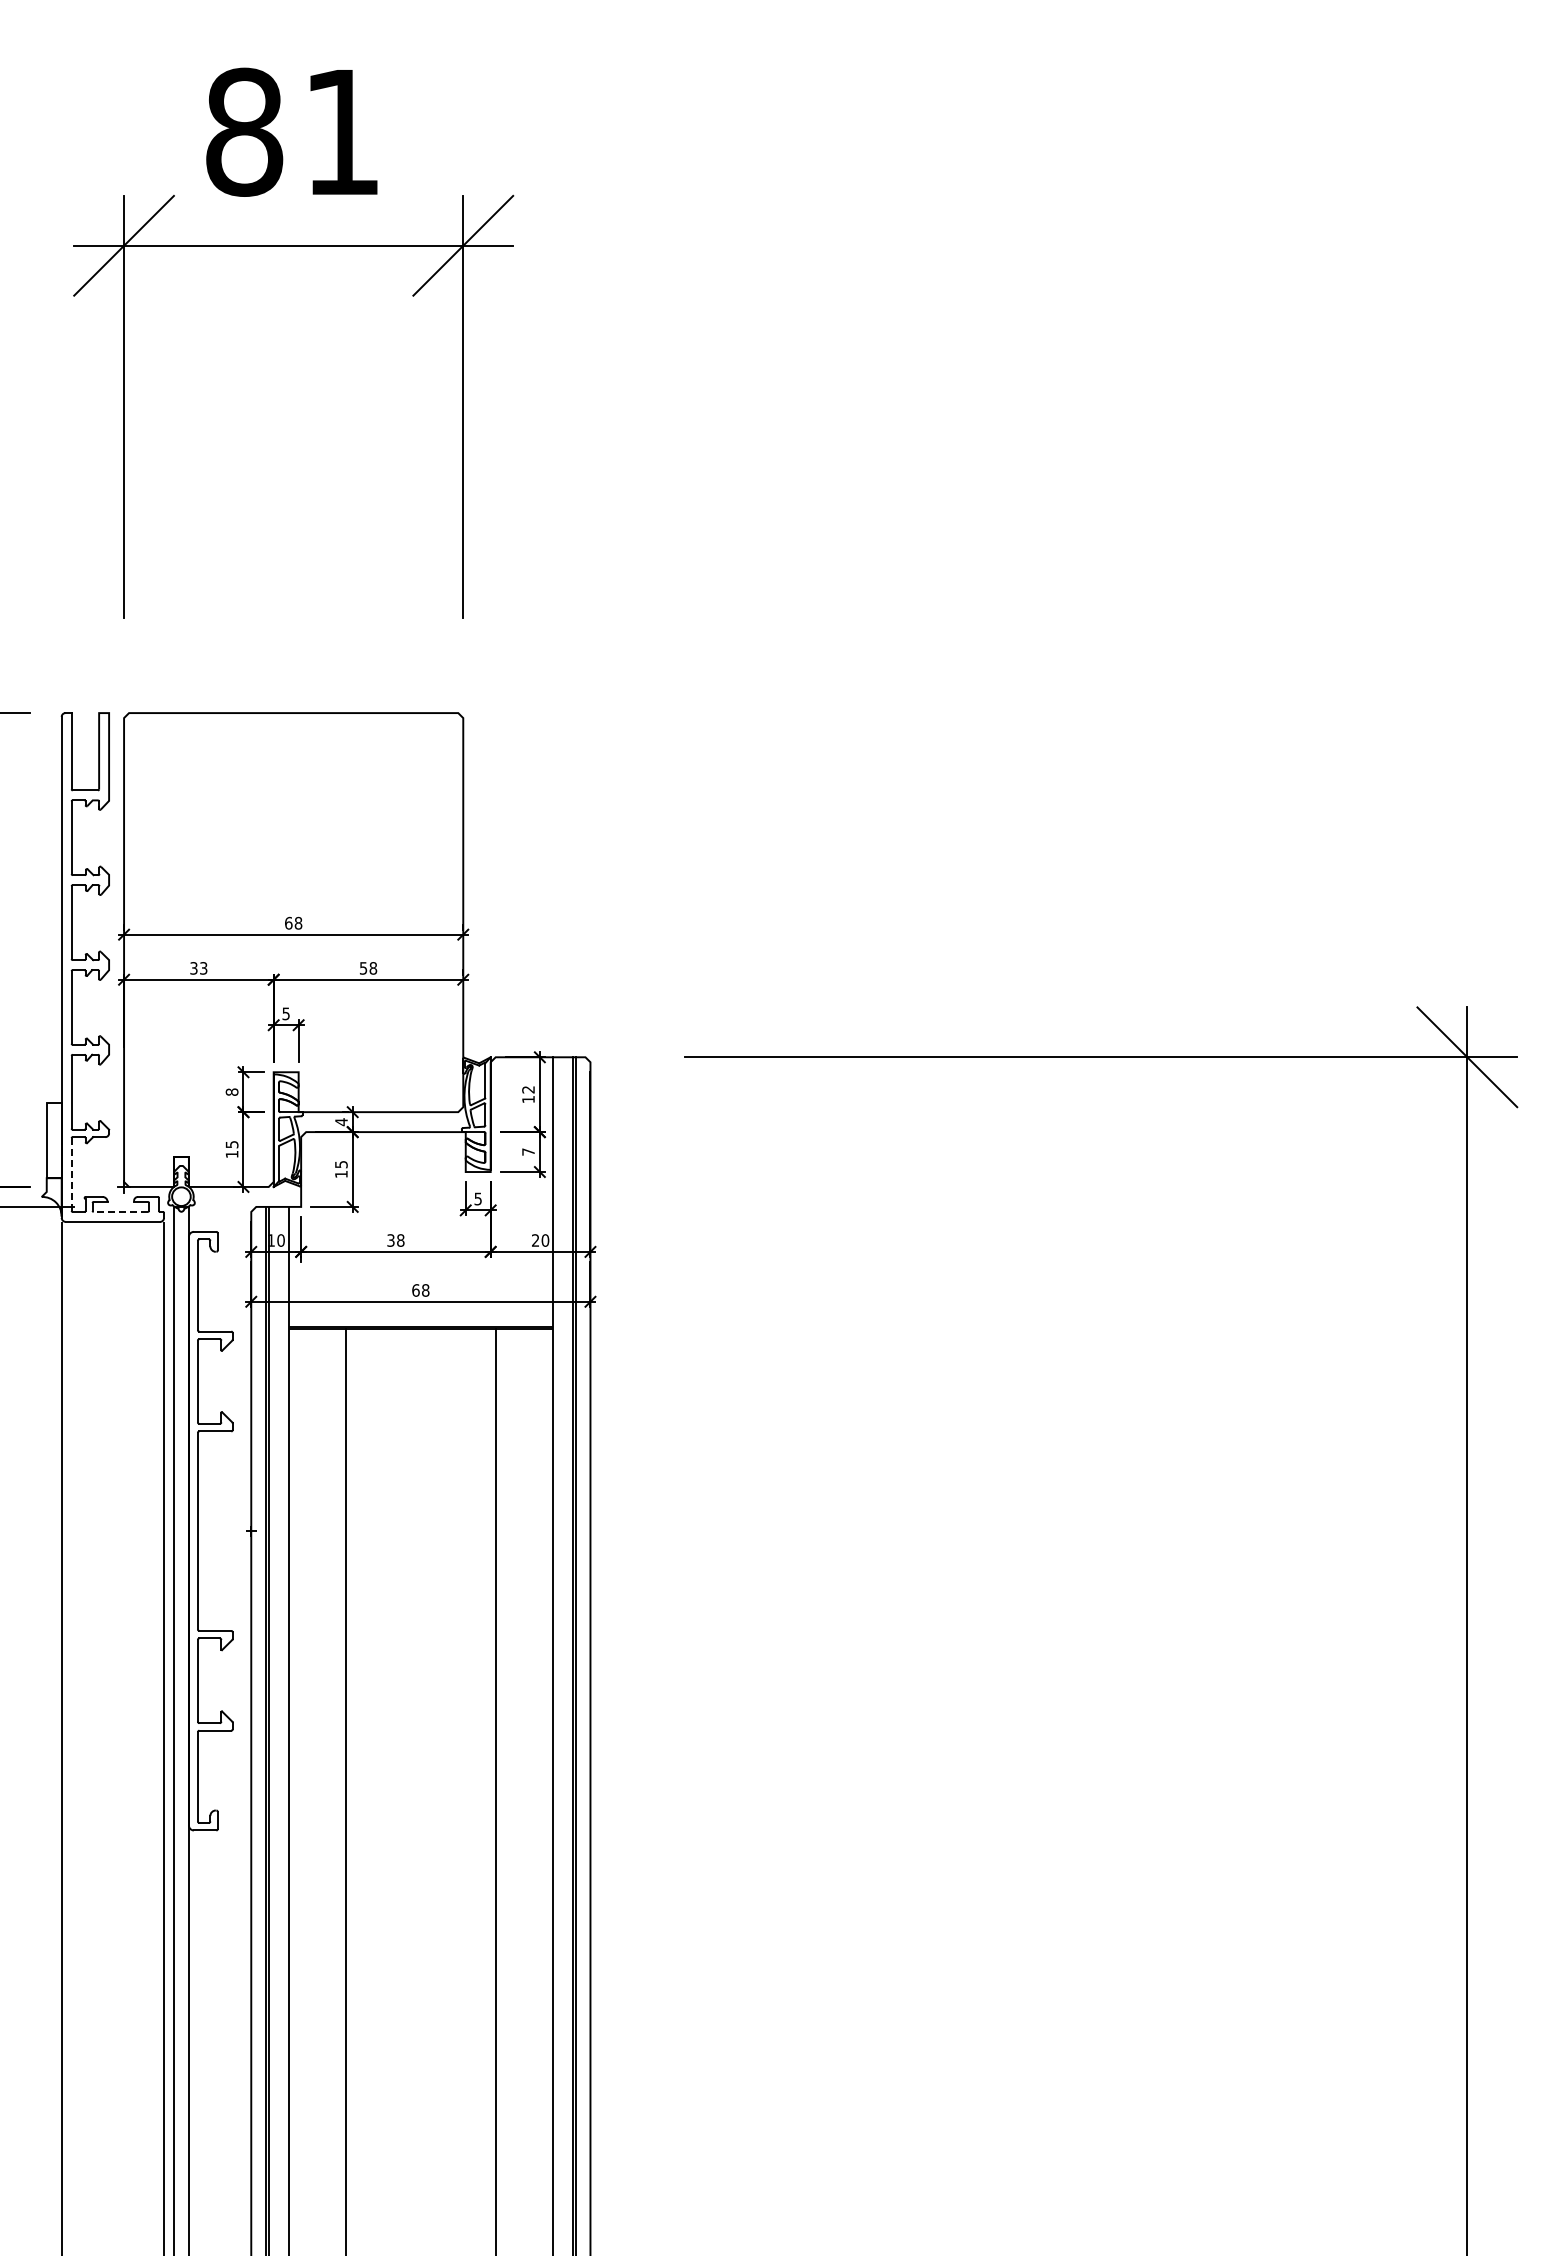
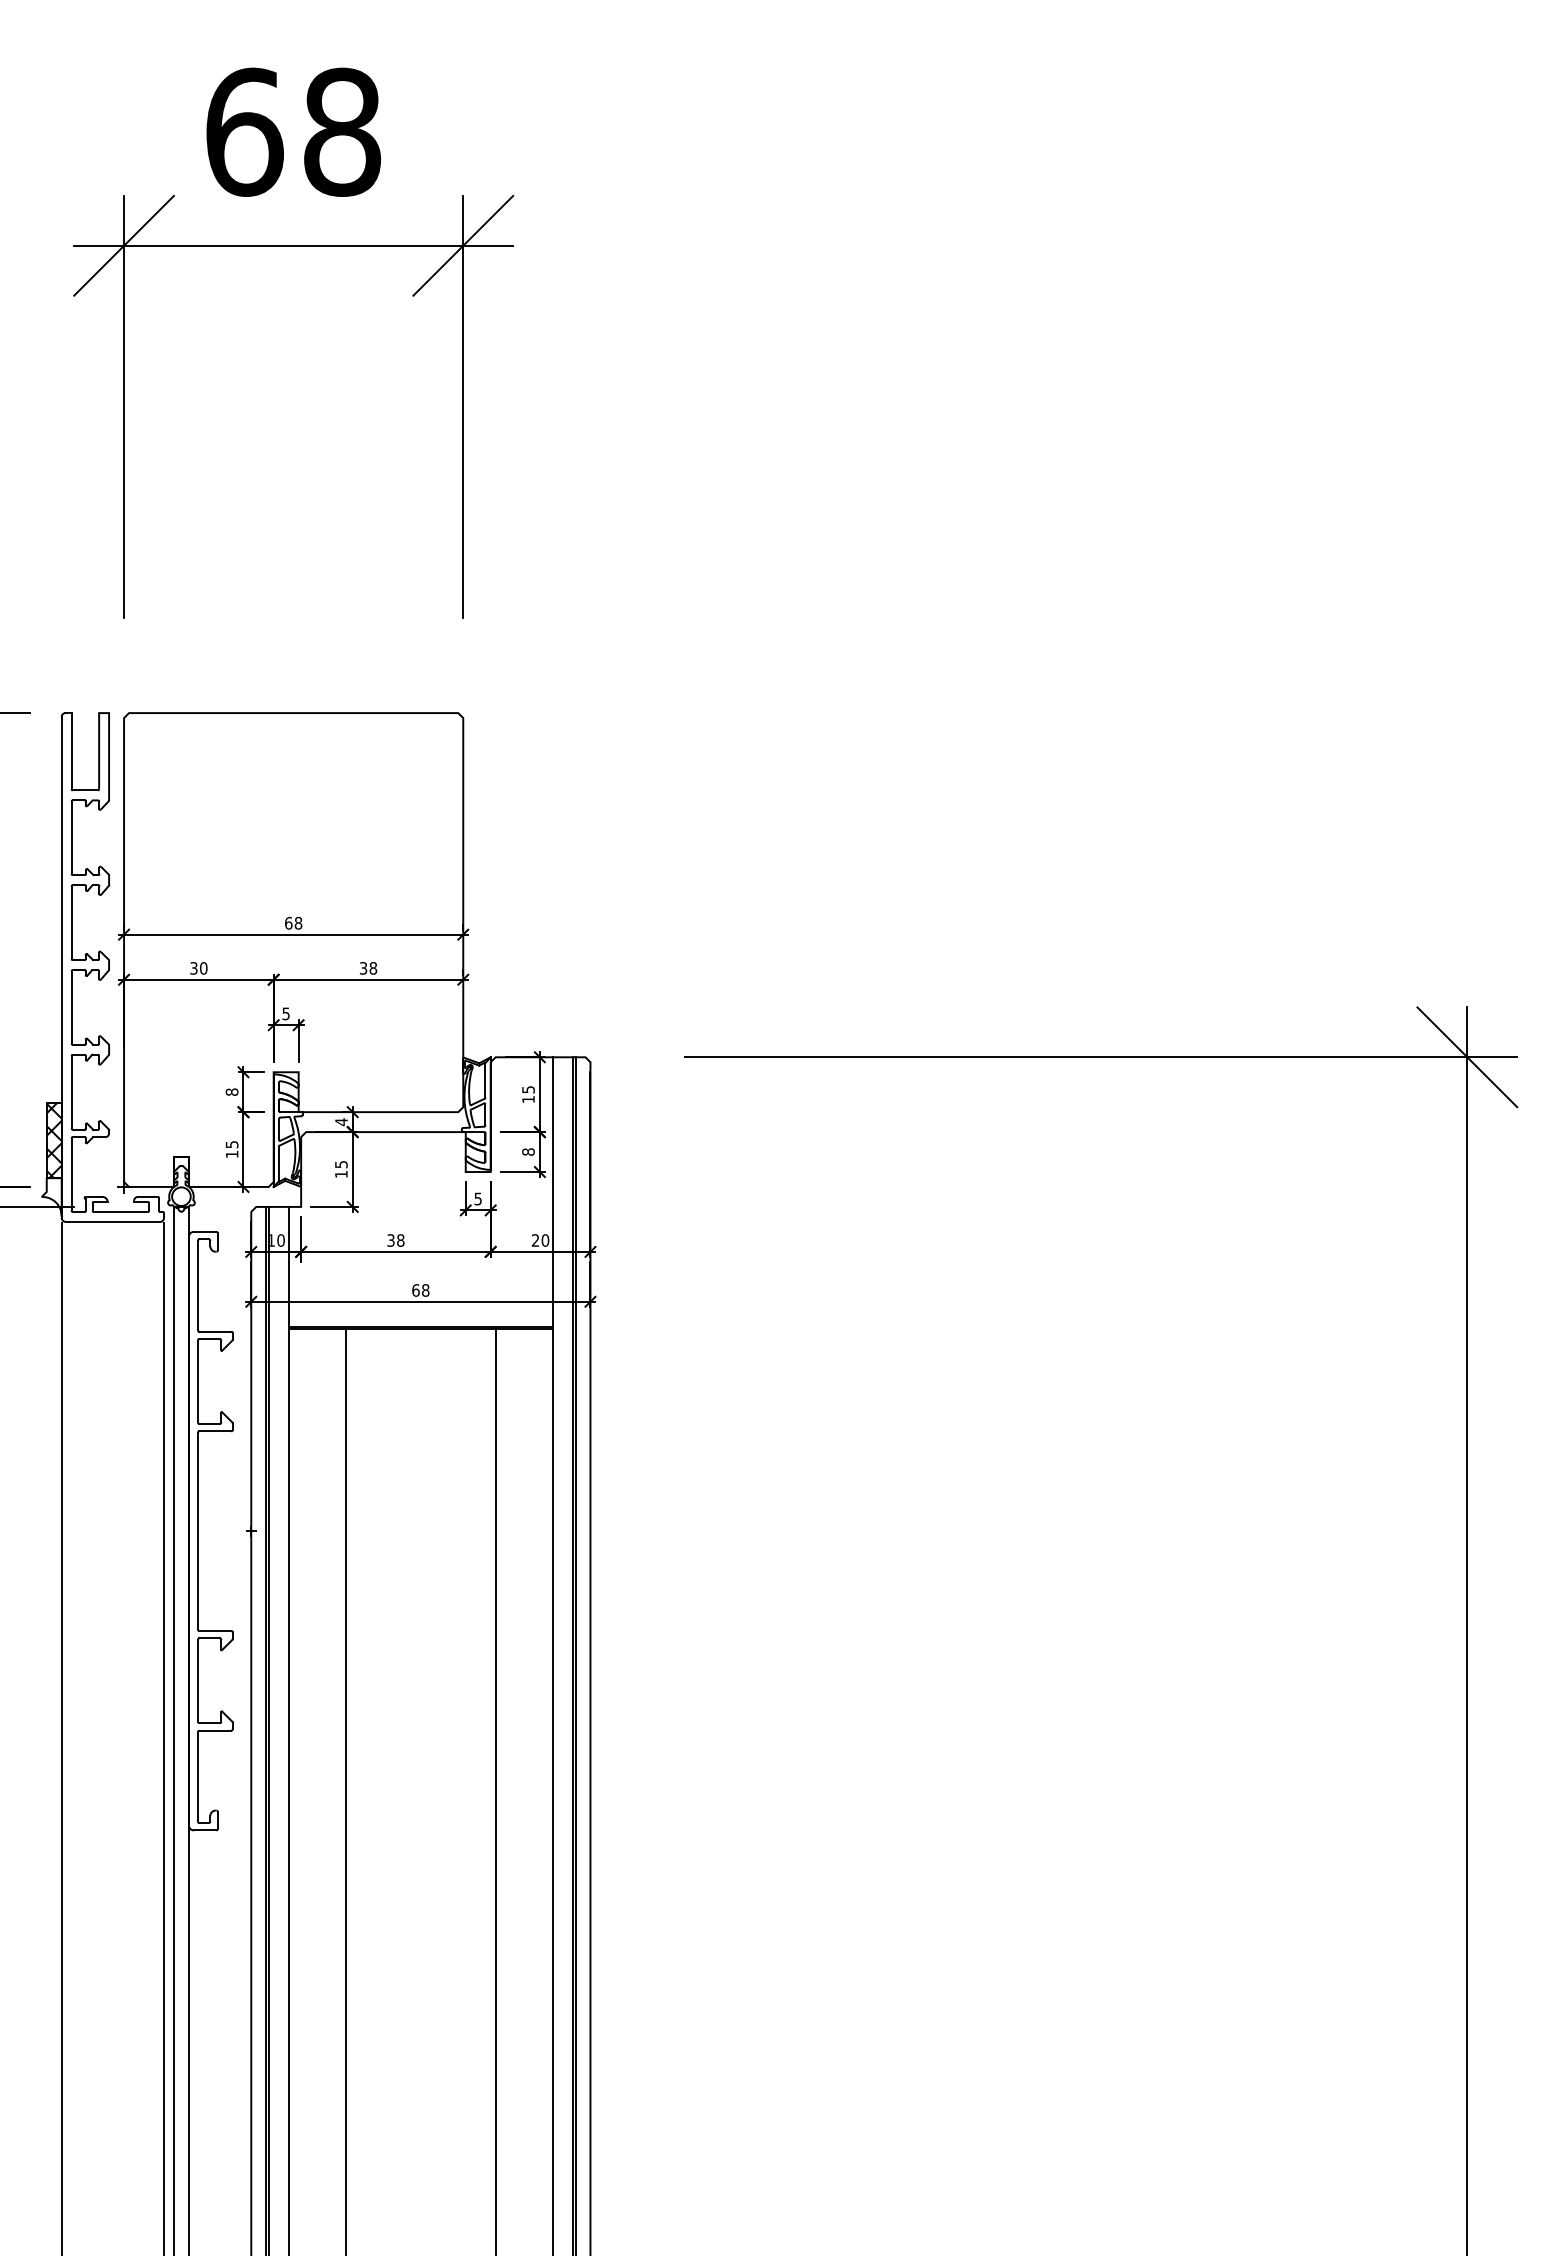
text at (293, 131): 81 -> 68
text at (363, 967): 58 -> 38
text at (203, 968): 33 -> 30
text at (528, 1089): 12 -> 15
hatch at (53, 1140): none -> present
text at (528, 1151): 7 -> 8
line at (71, 1175): dashed -> solid
line at (120, 1211): dashed -> solid
